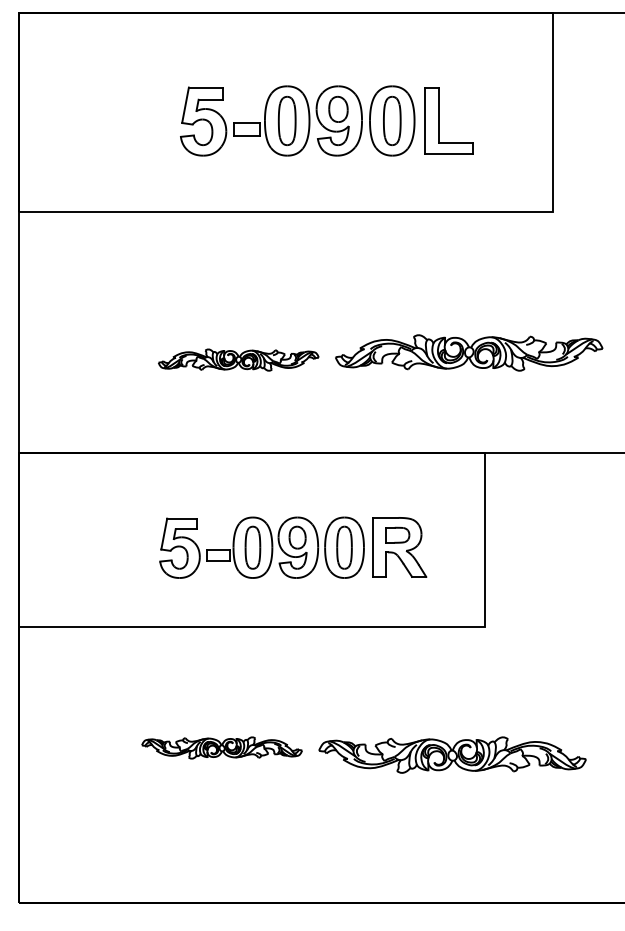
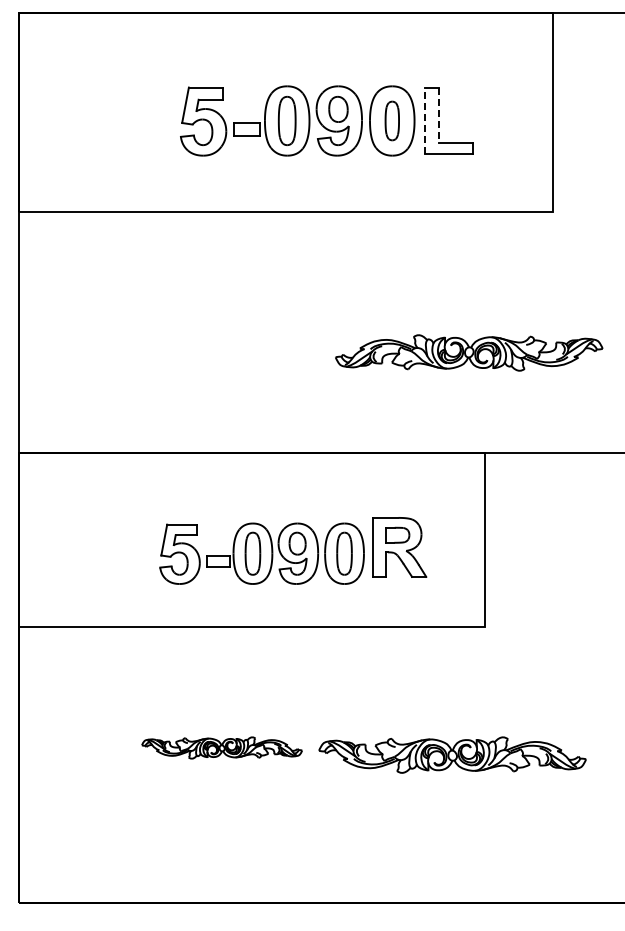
line at (439, 115): solid -> dashed
part at (392, 120) size: 19x50 px -> 16x42 px
line at (425, 120): solid -> dashed
part at (238, 359): present -> none
part at (261, 547) position: (261, 547) -> (261, 553)
